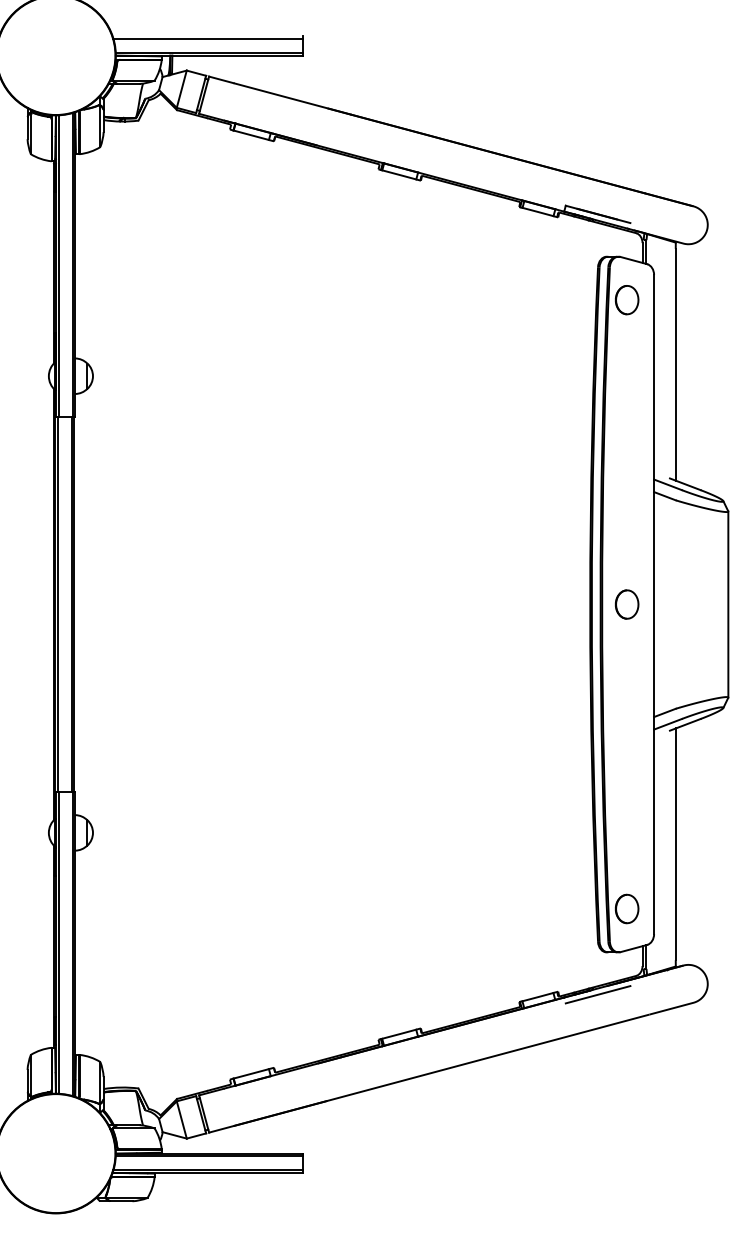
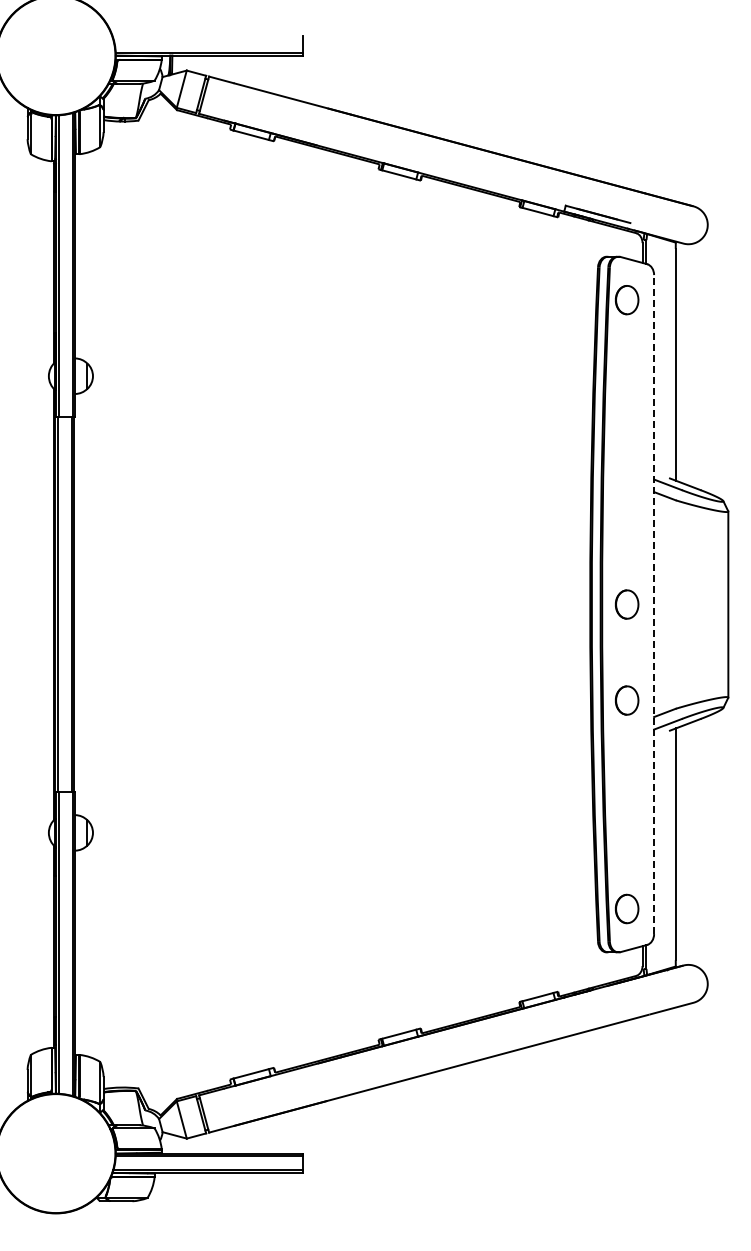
line at (208, 38): present -> none
line at (654, 604): solid -> dashed
part at (627, 700): none -> present
line at (597, 994): present -> none
